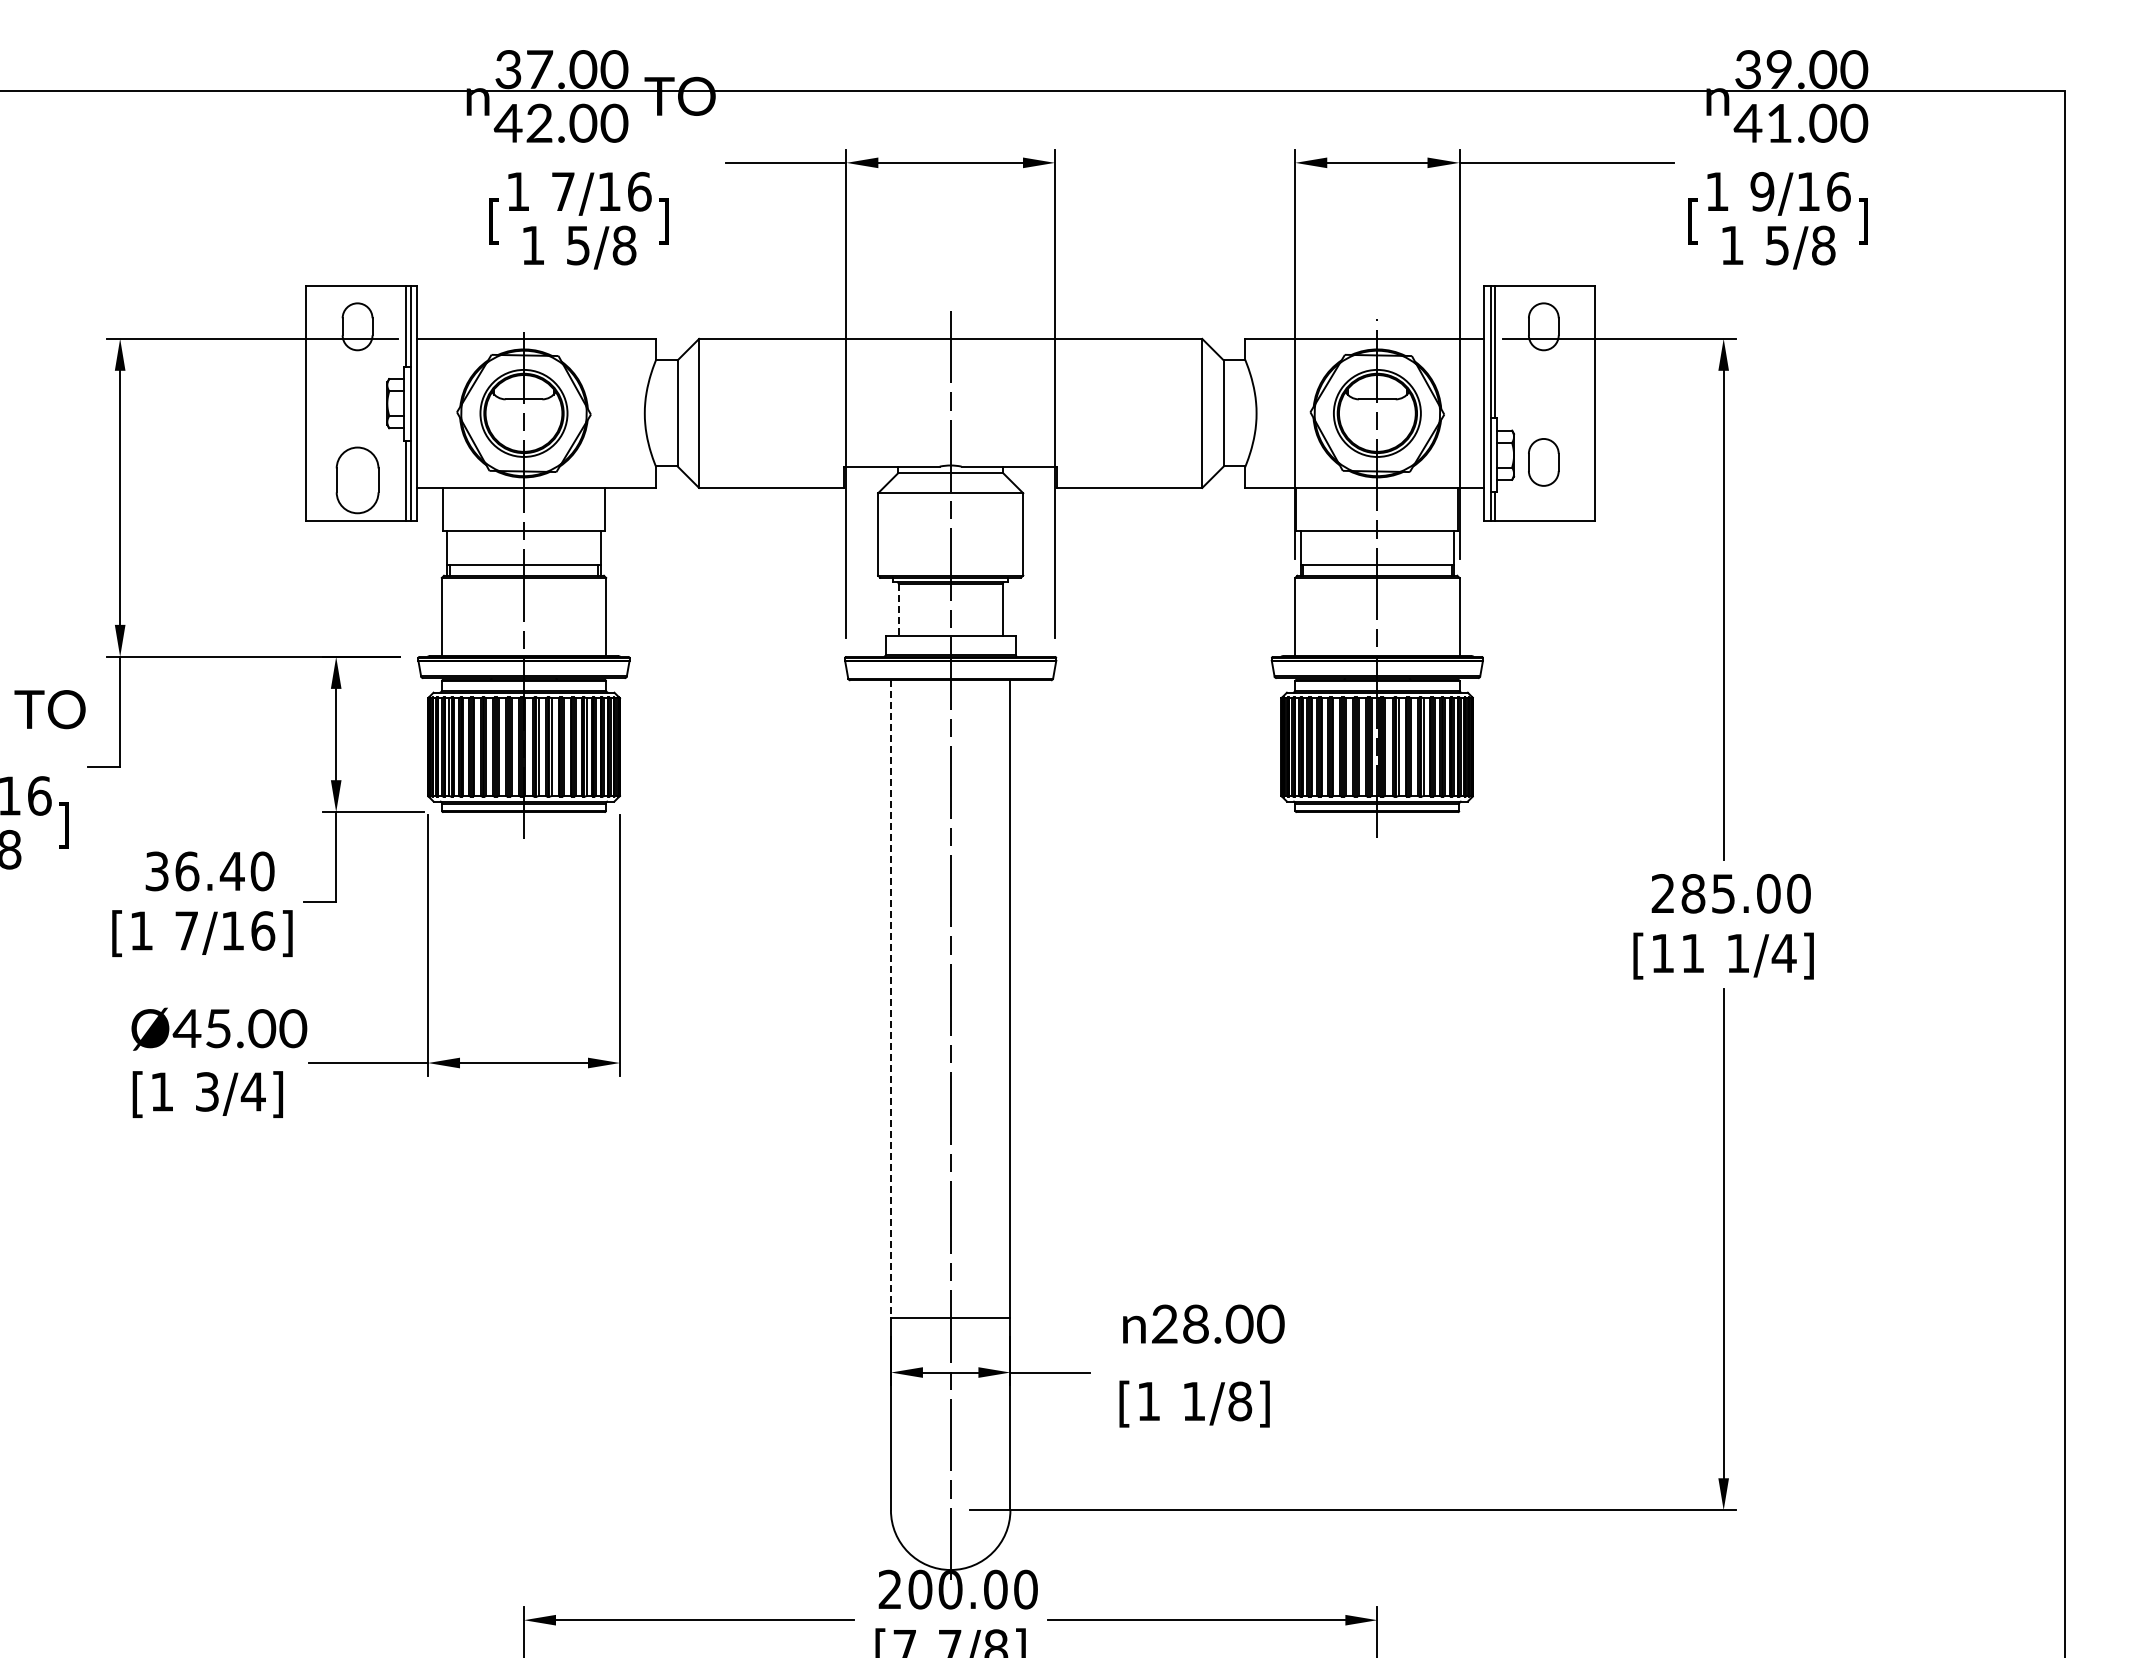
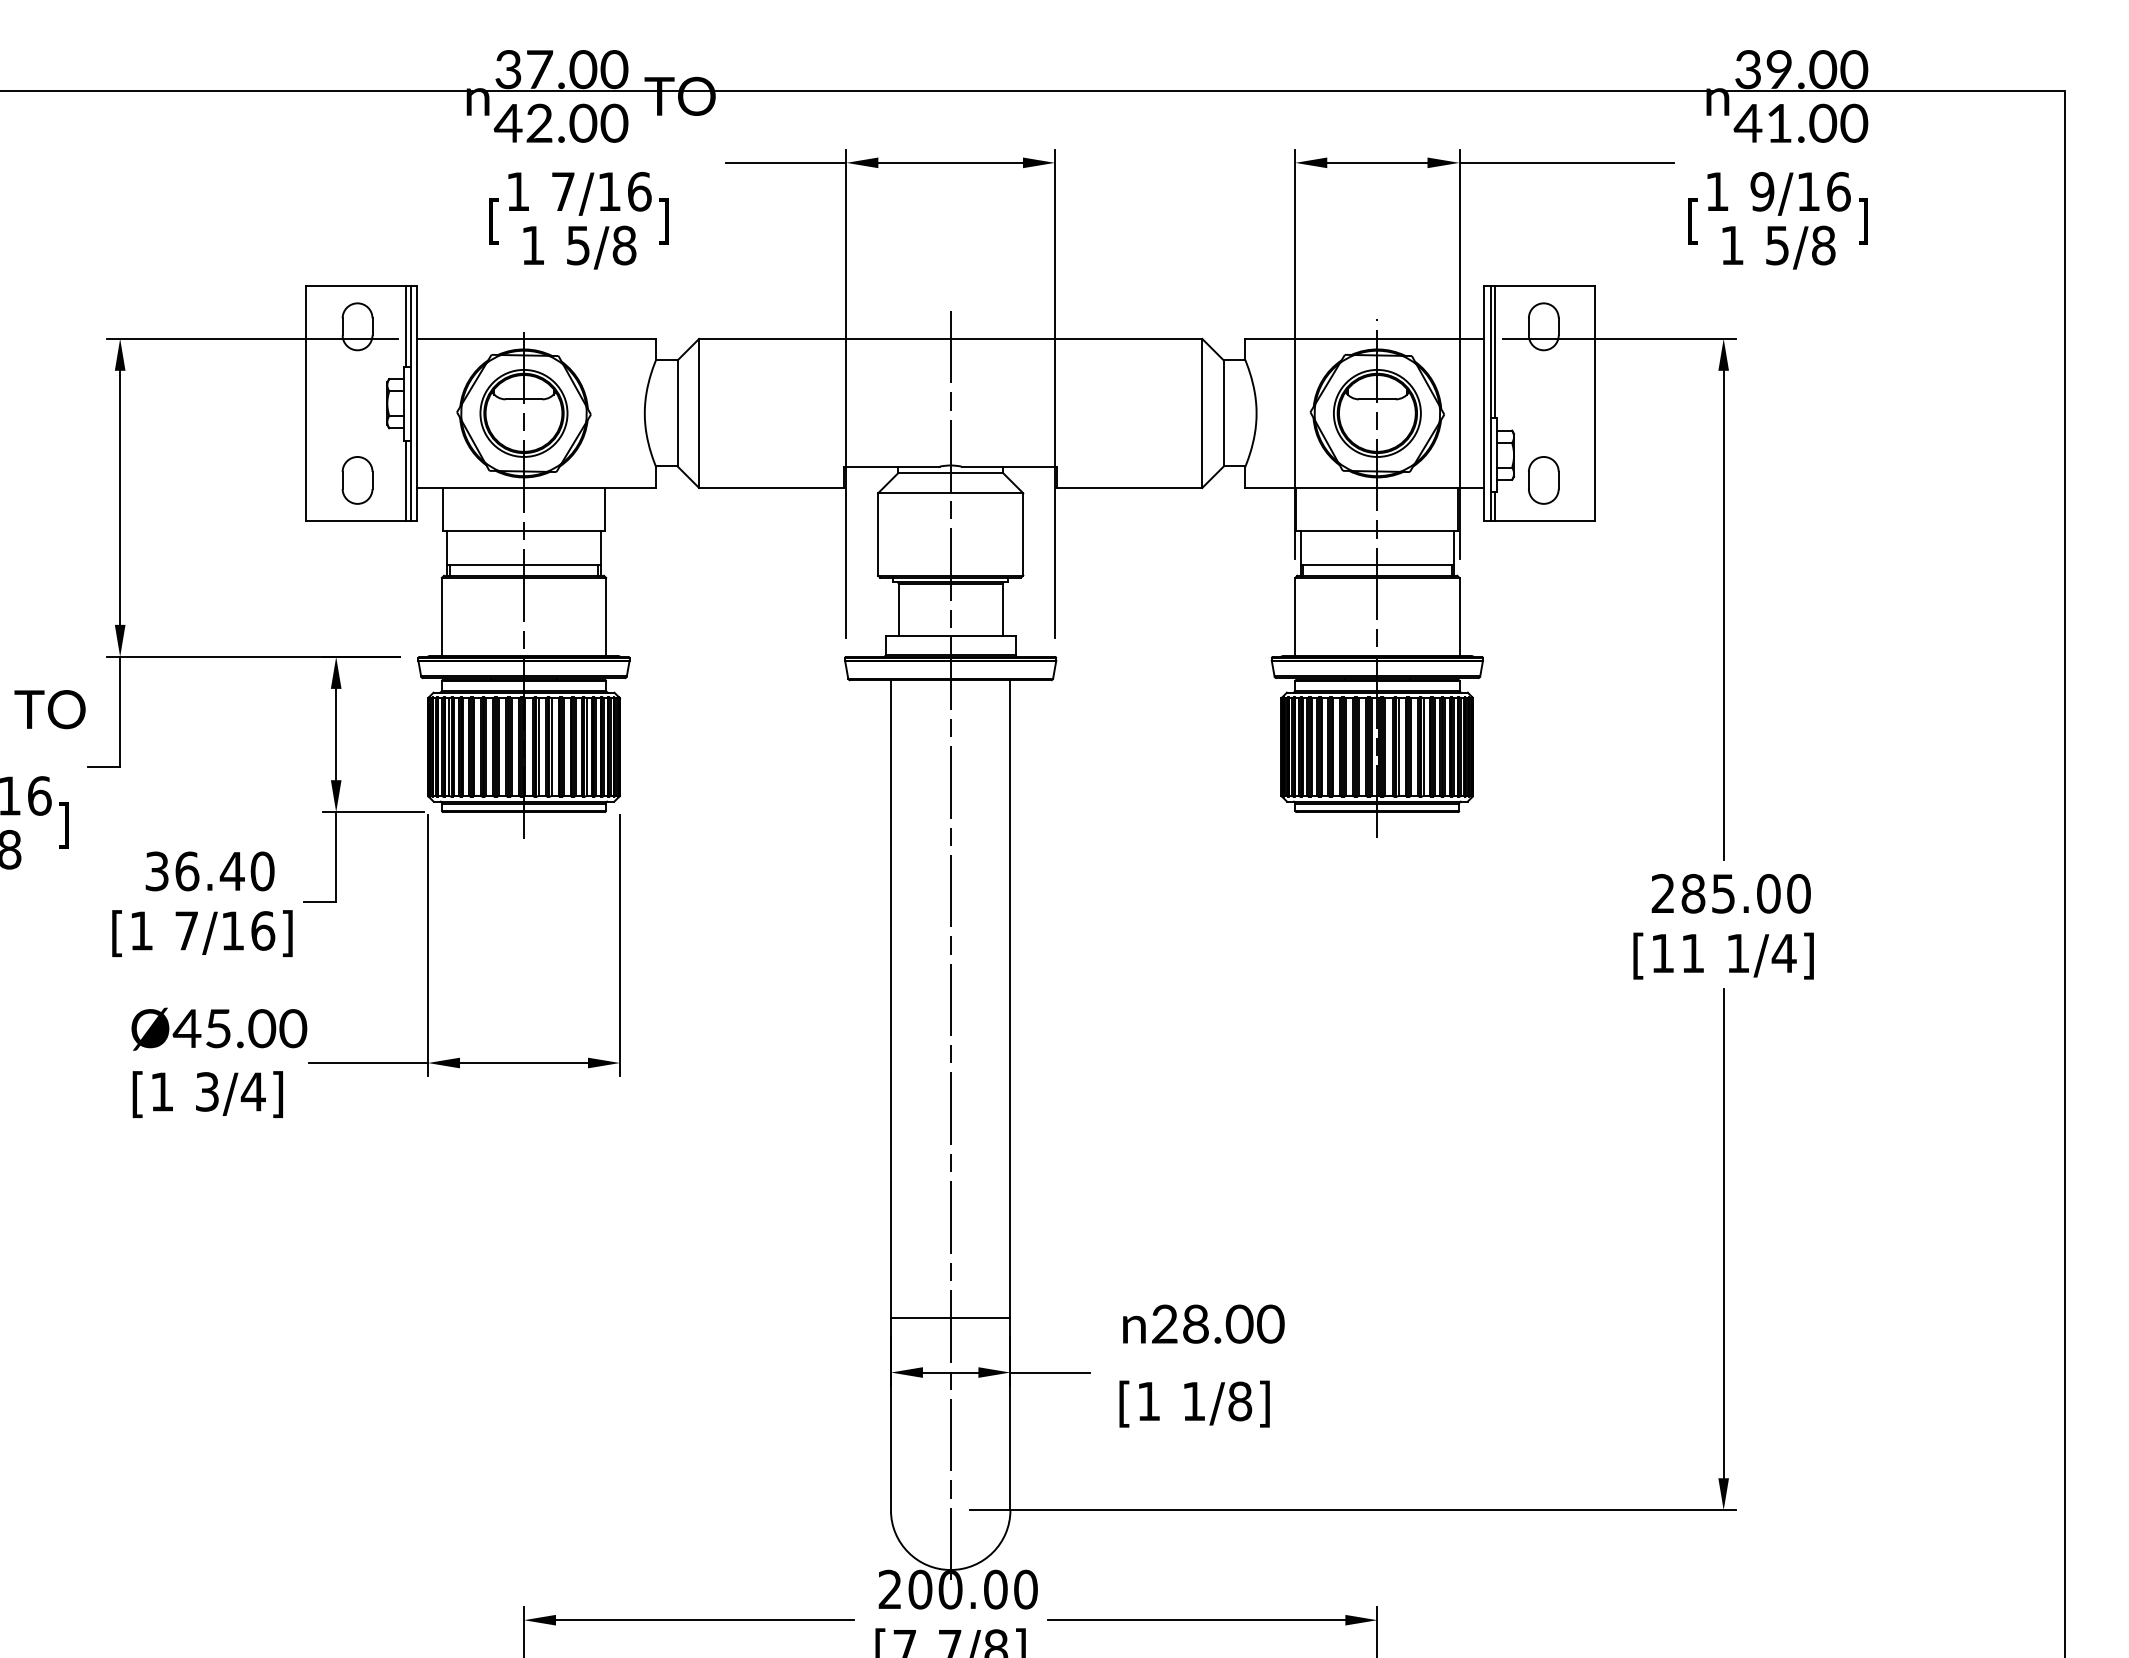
part at (1543, 462) position: (1543, 462) -> (1543, 480)
part at (357, 480) size: 45x69 px -> 33x49 px
line at (898, 609): dashed -> solid
line at (890, 999): dashed -> solid
